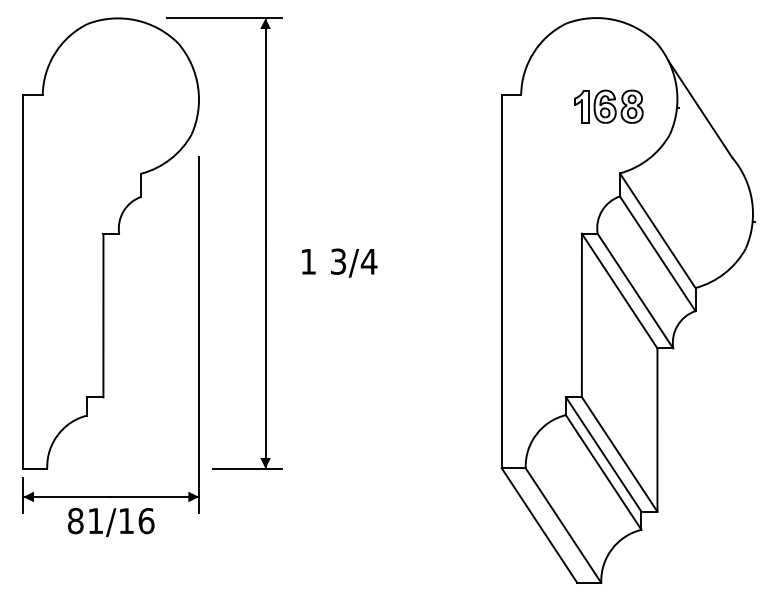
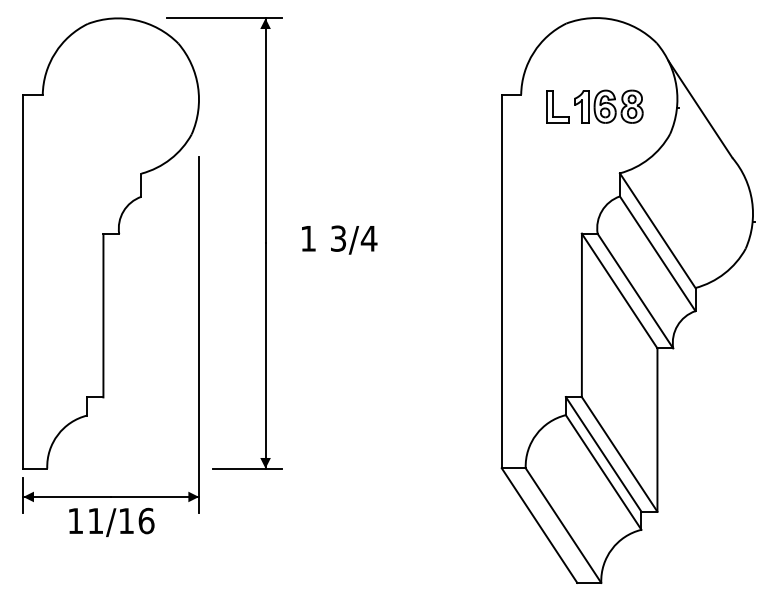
part at (557, 106): none -> present
text at (339, 262) position: (339, 262) -> (339, 239)
text at (75, 520): 81/16 -> 11/16
